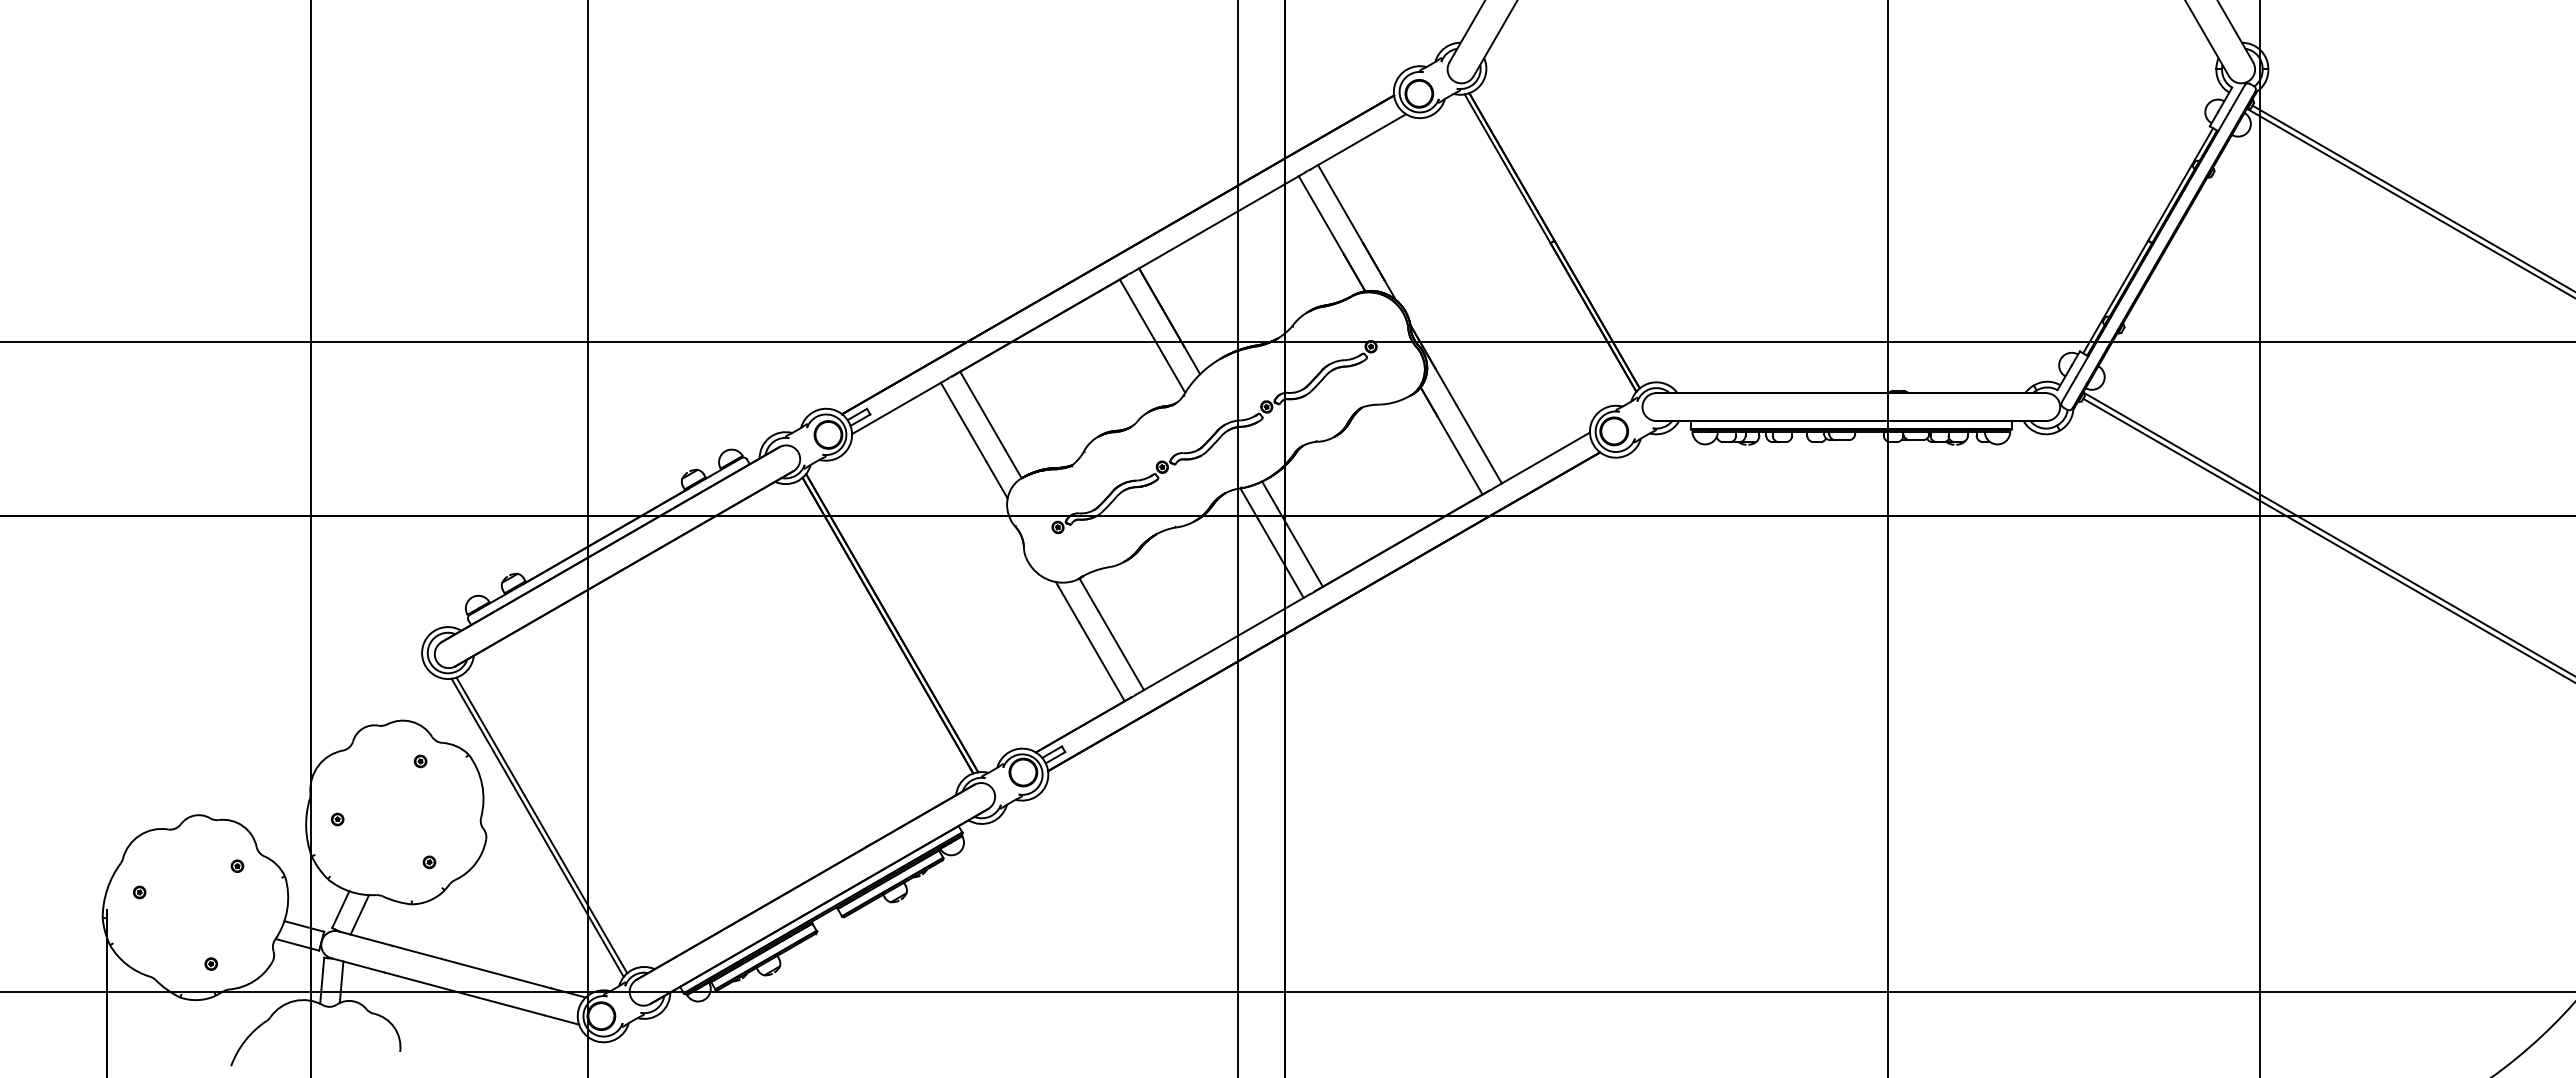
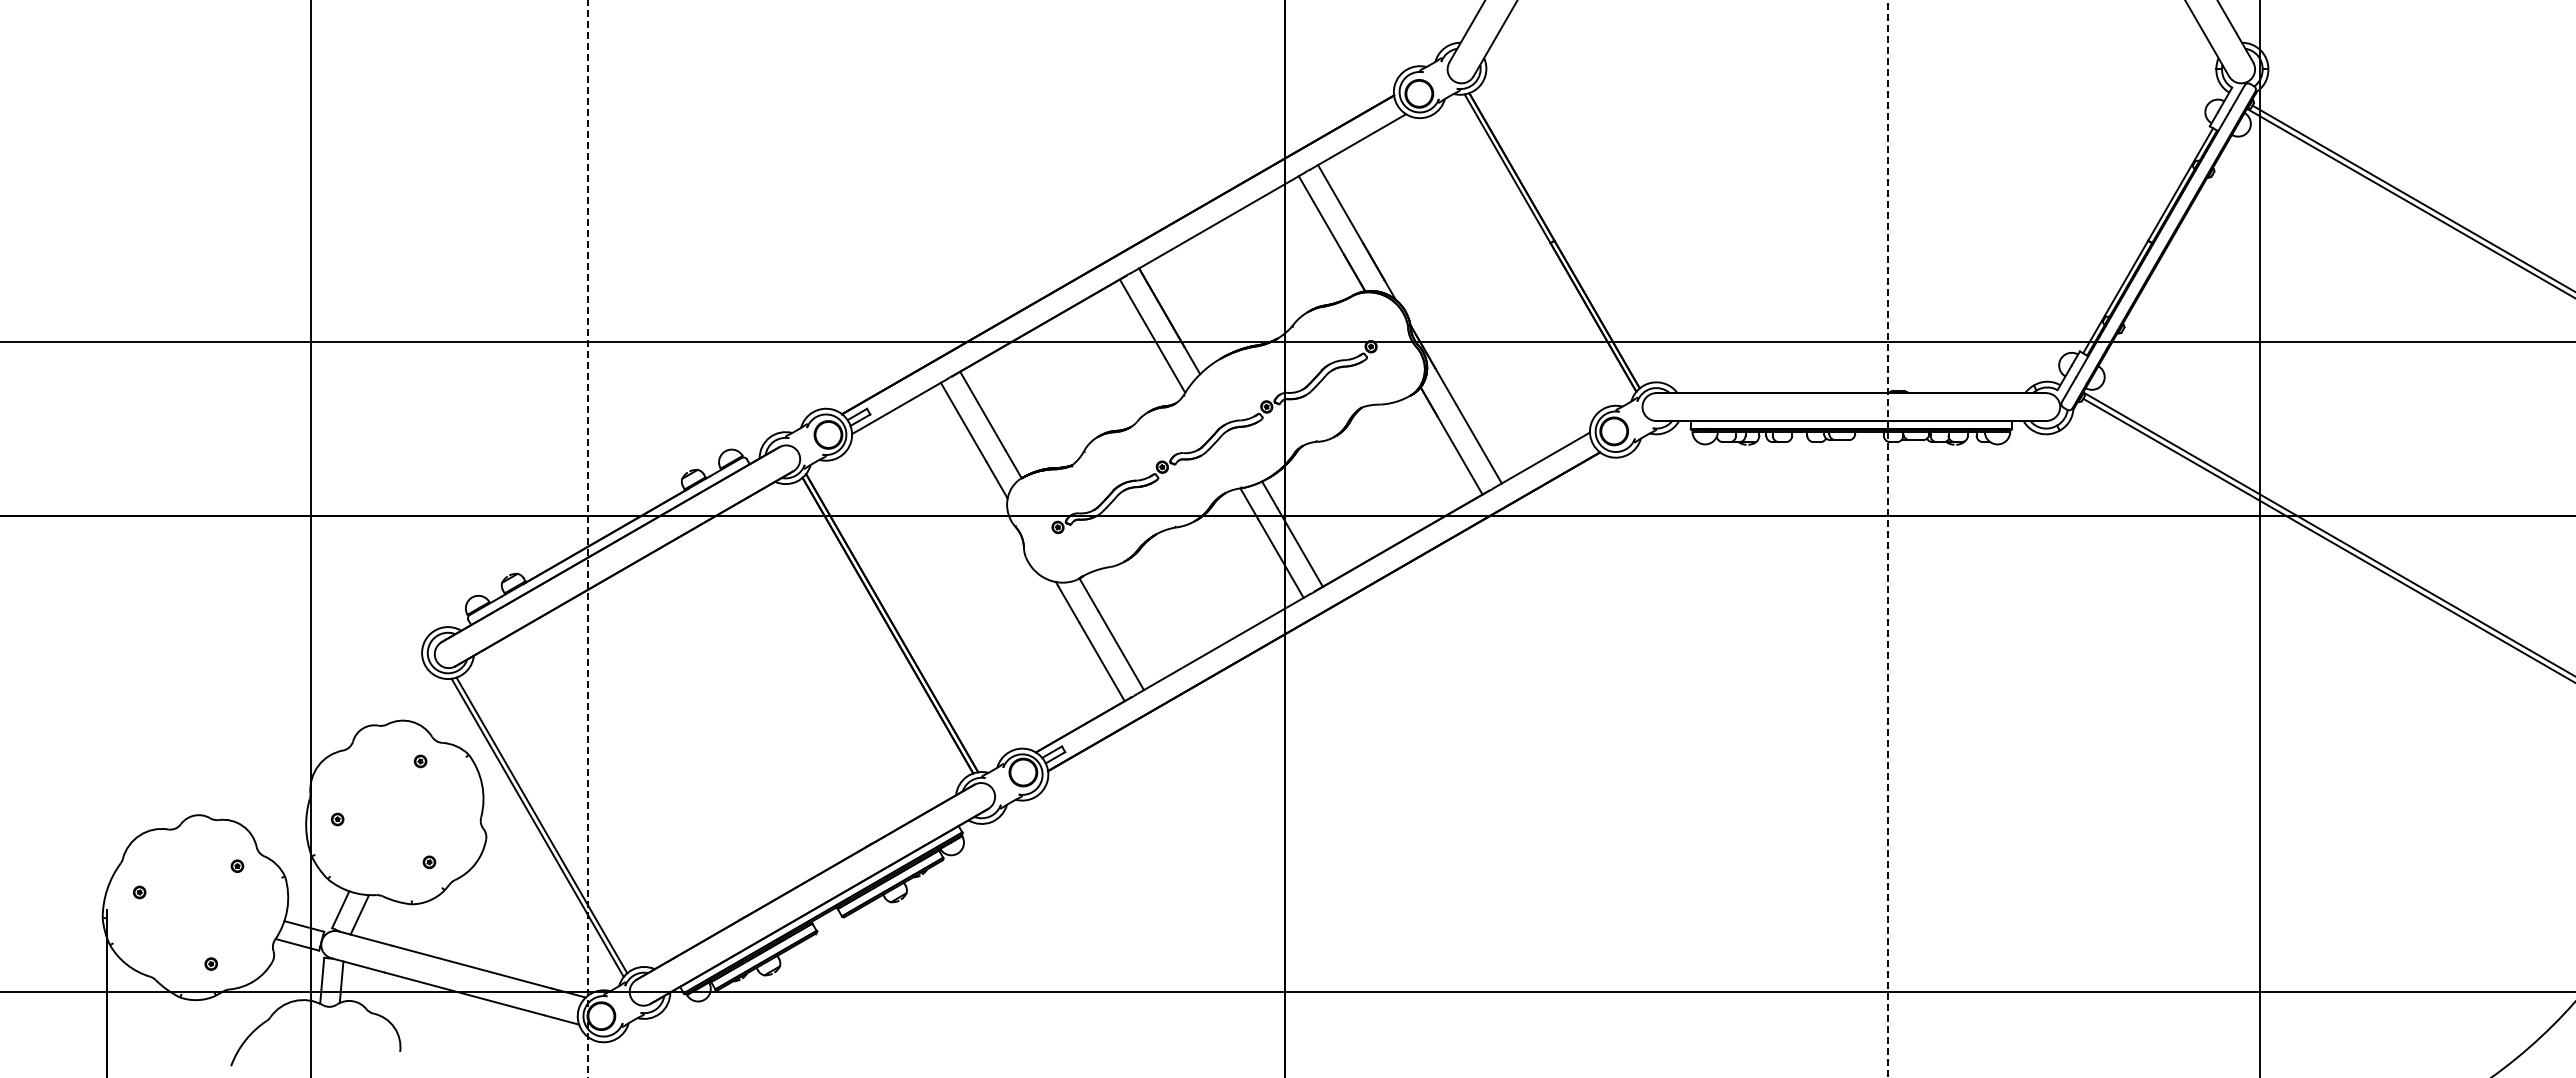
line at (1238, 538): present -> none
line at (588, 539): solid -> dashed
line at (1887, 539): solid -> dashed
